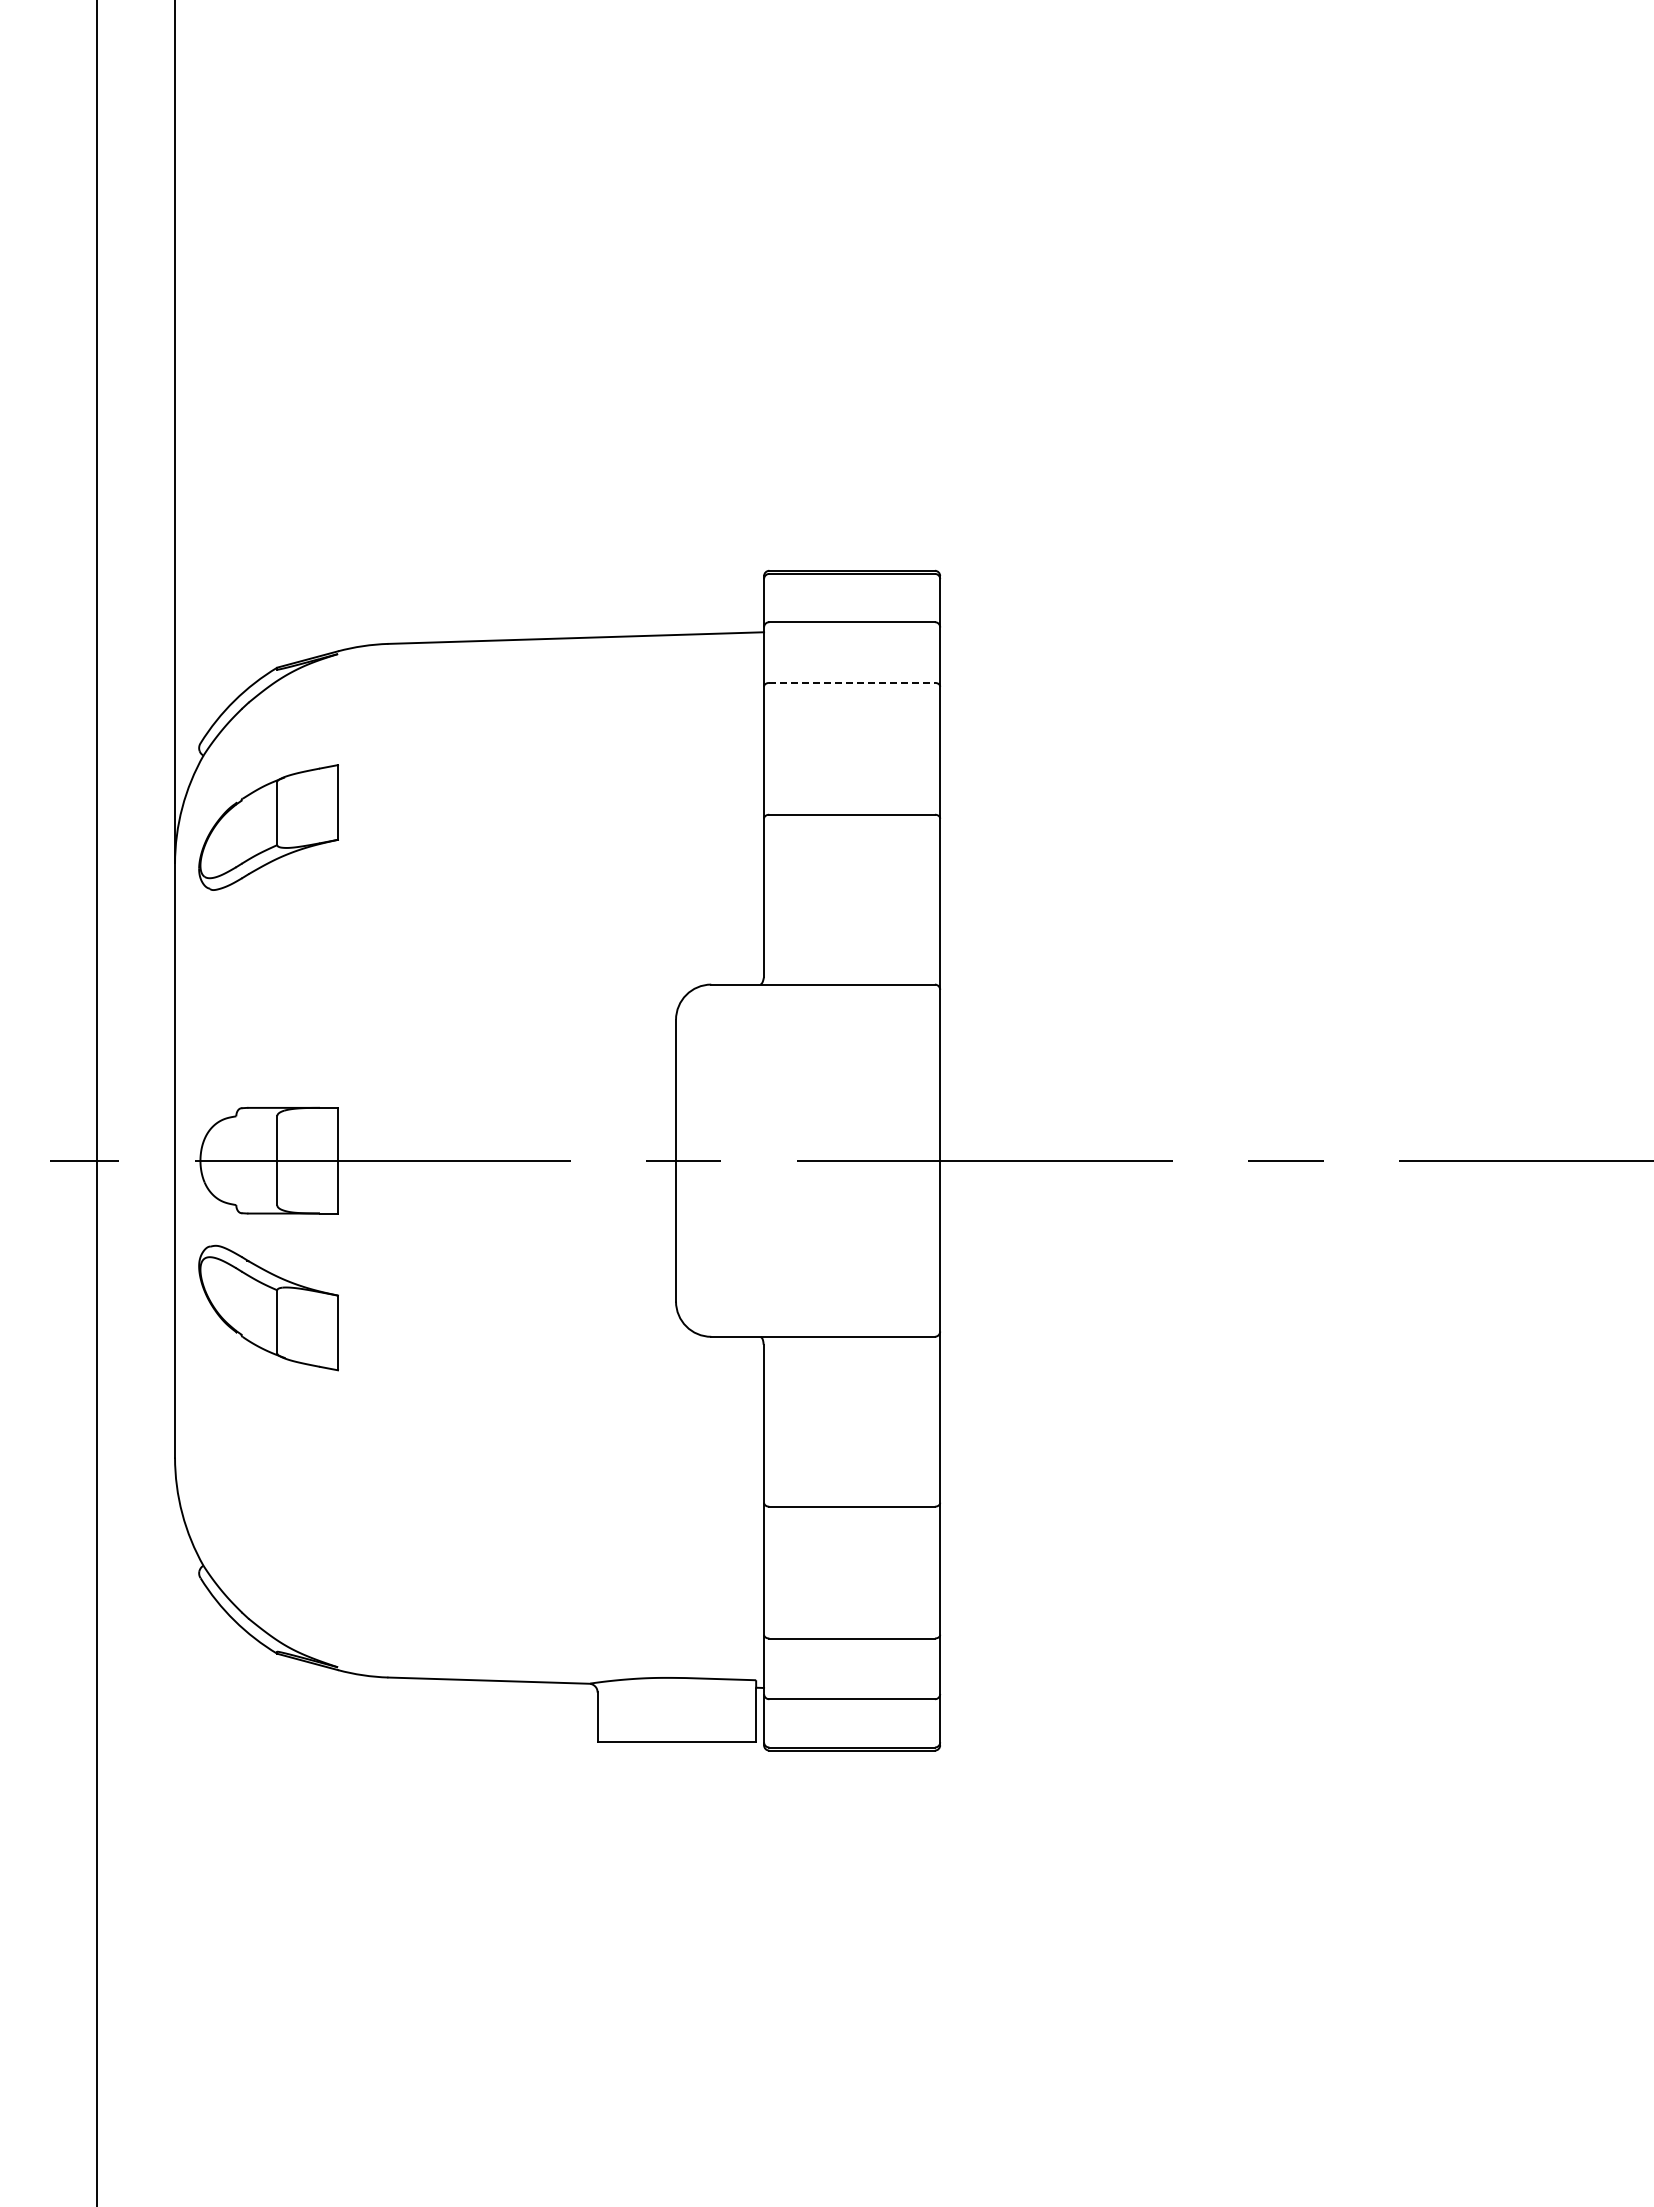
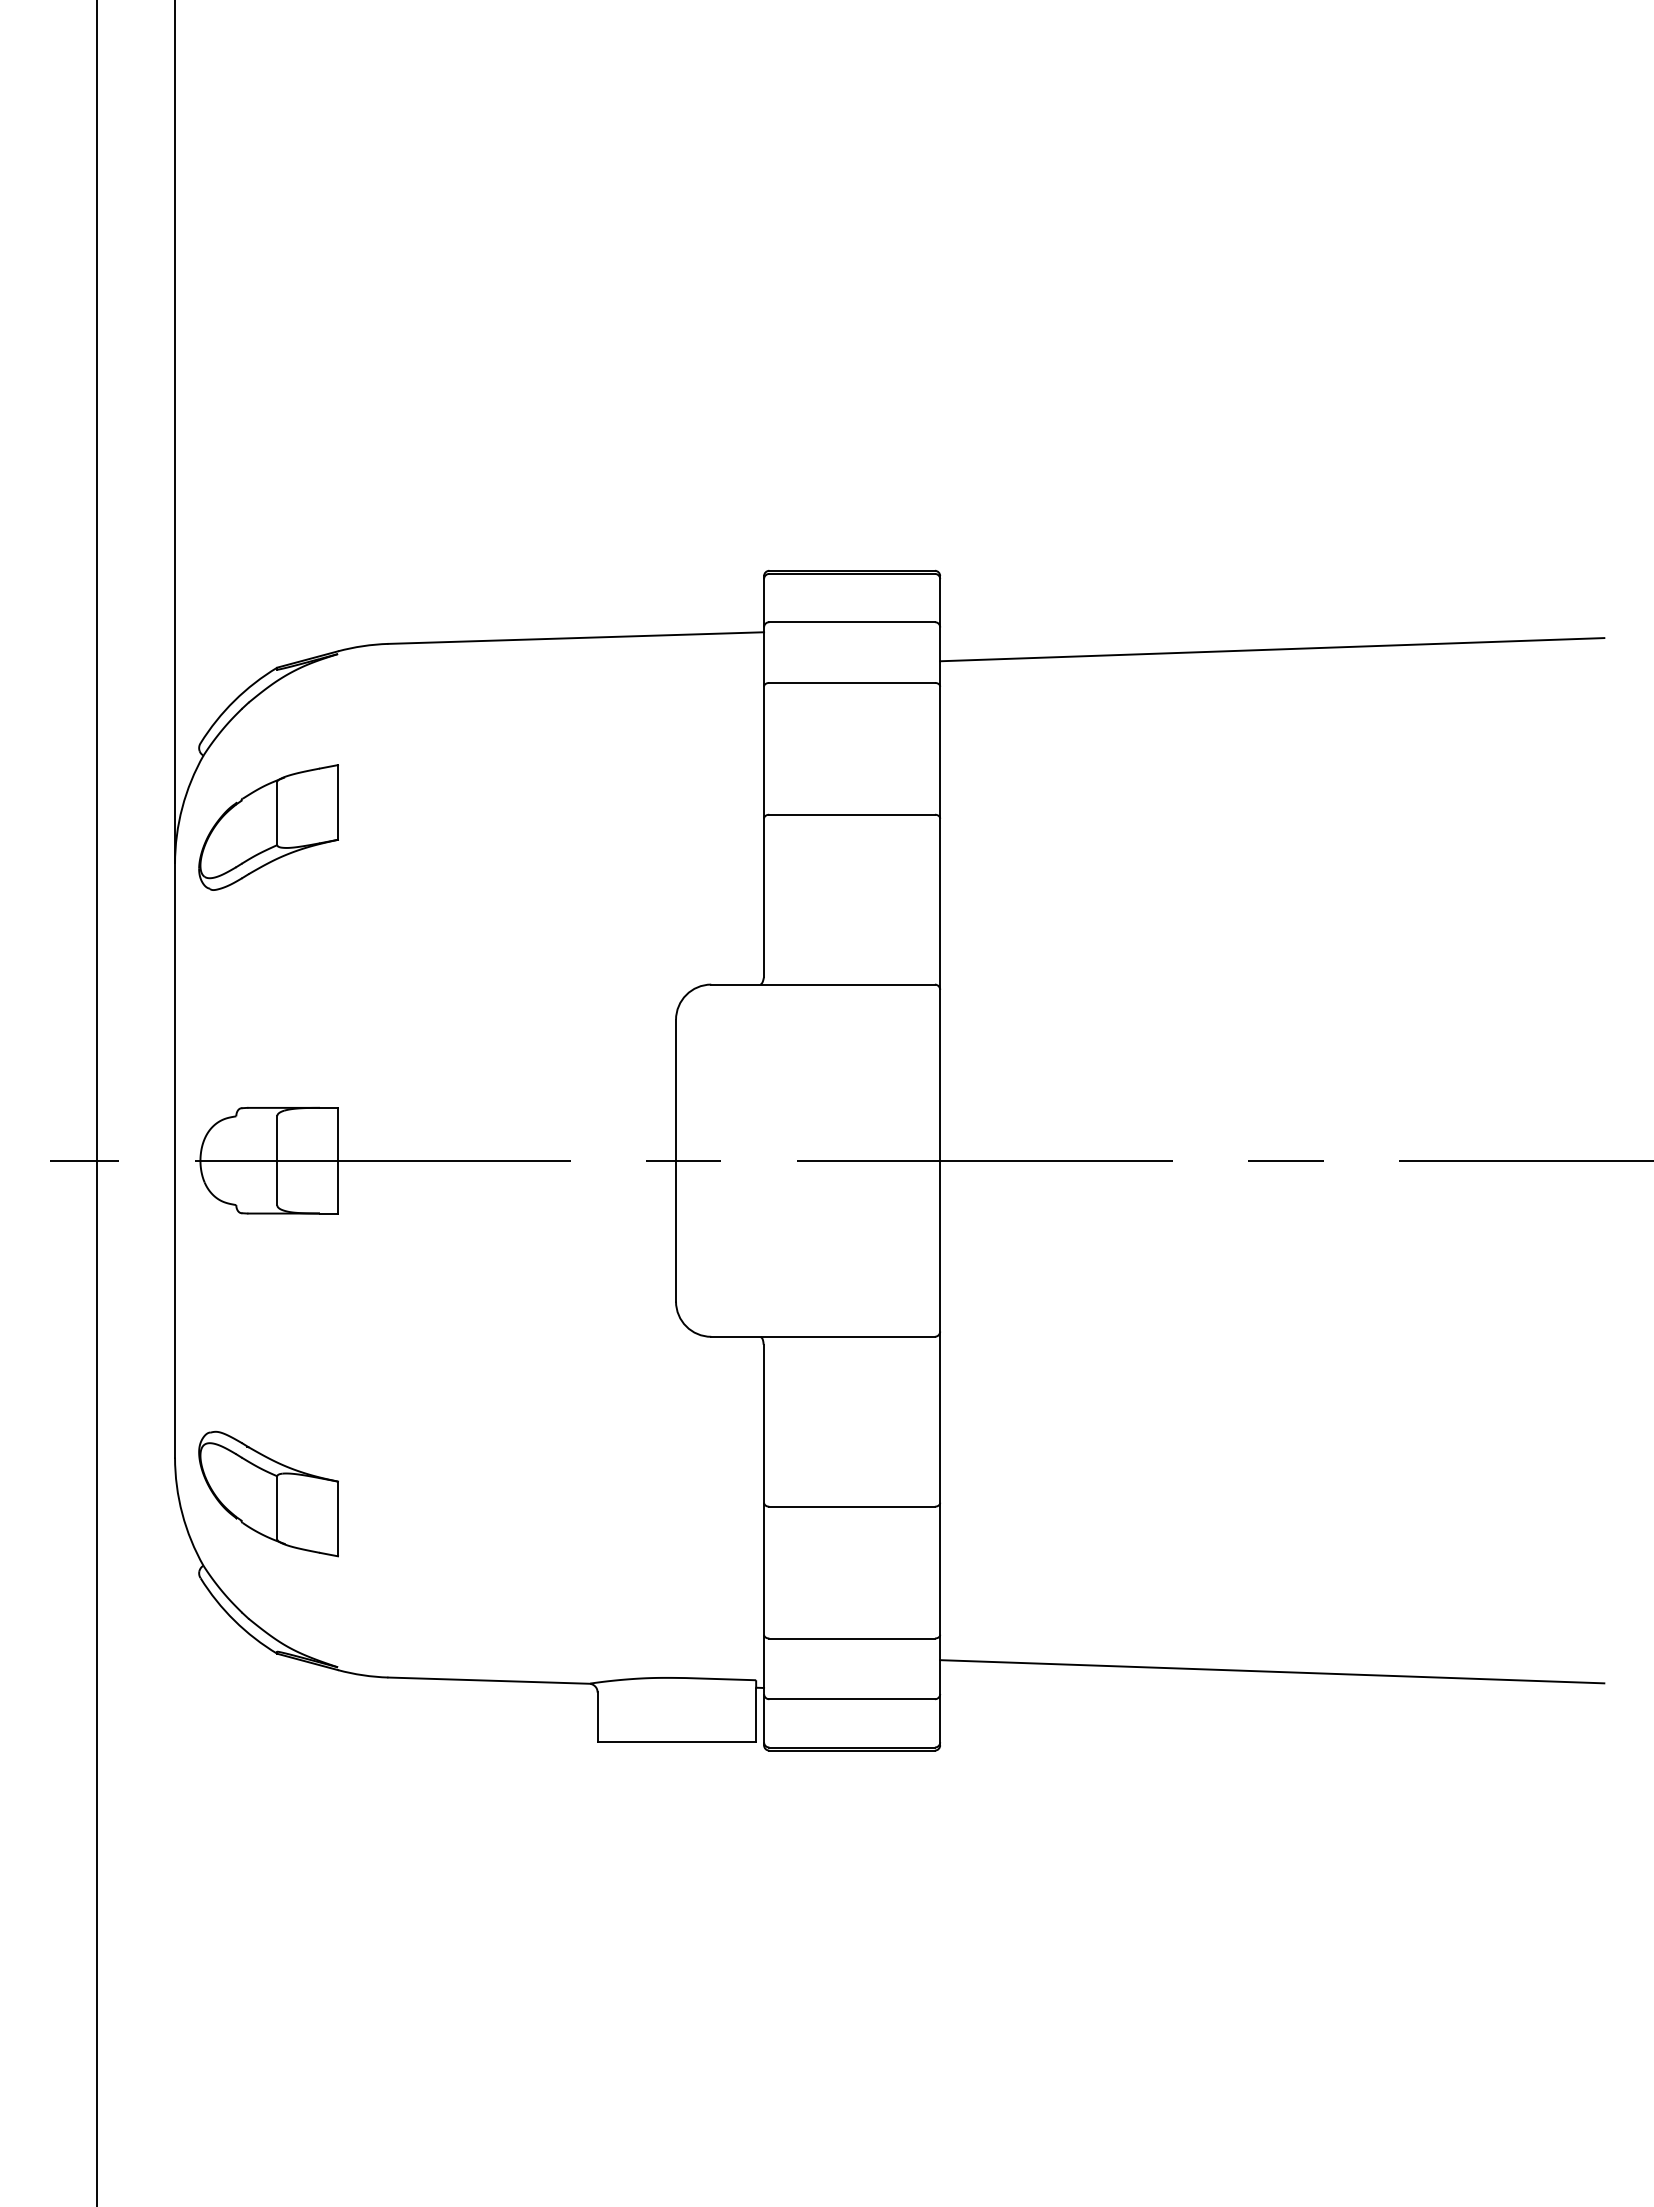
line at (1272, 649): none -> present
line at (852, 682): dashed -> solid
part at (268, 1307) position: (268, 1307) -> (268, 1493)
line at (1272, 1671): none -> present
